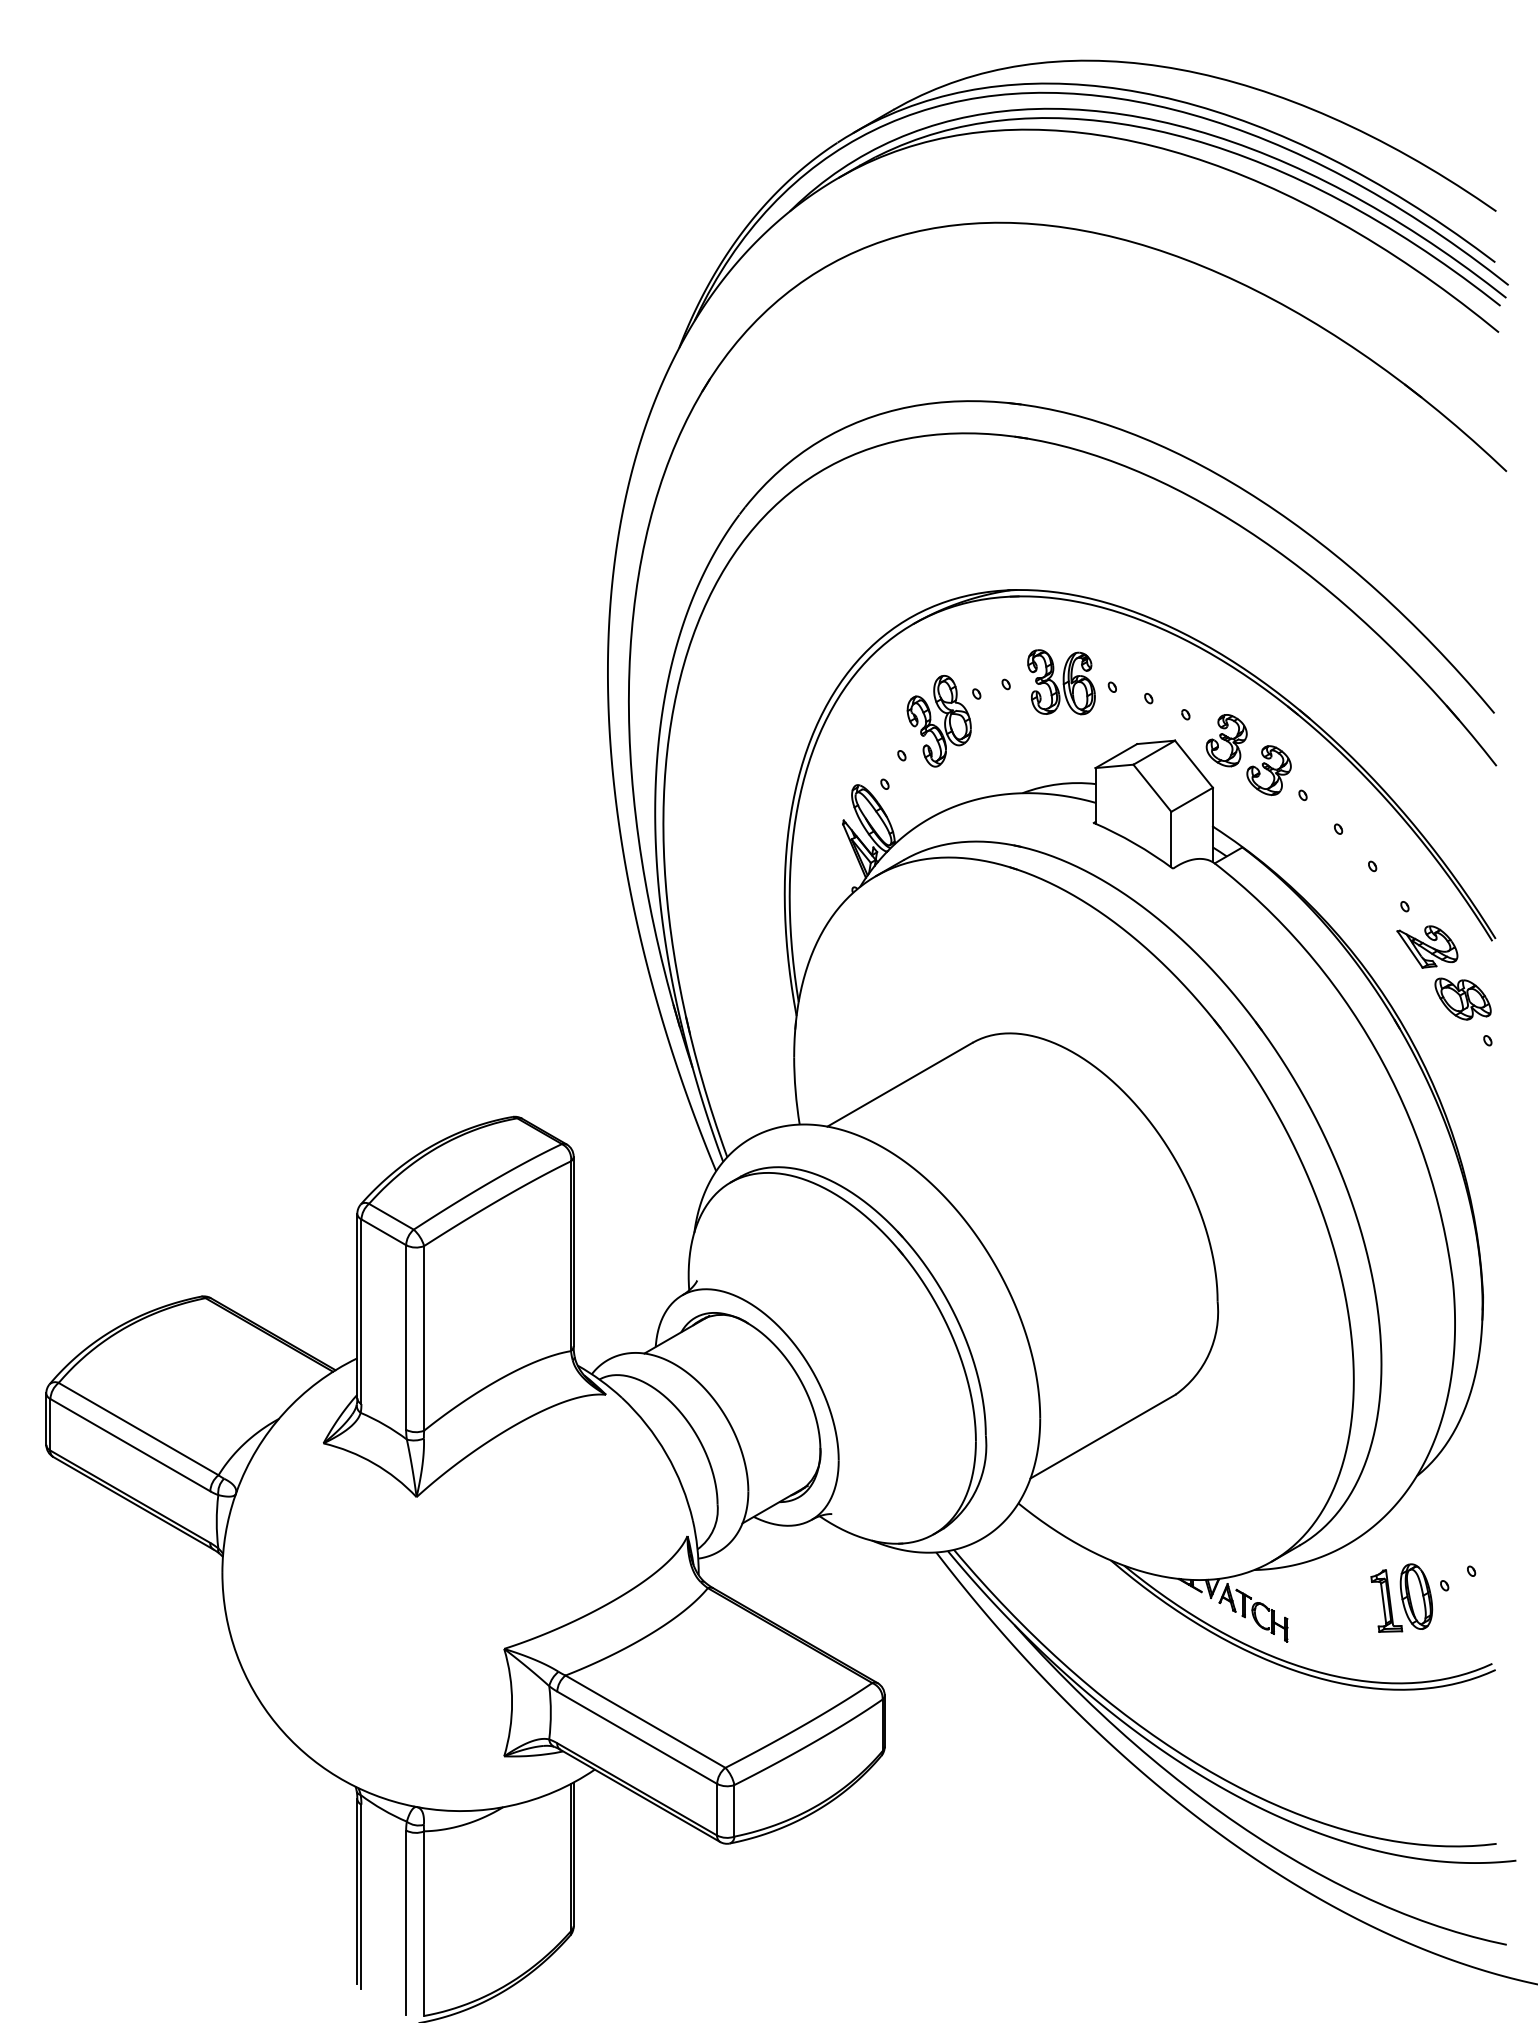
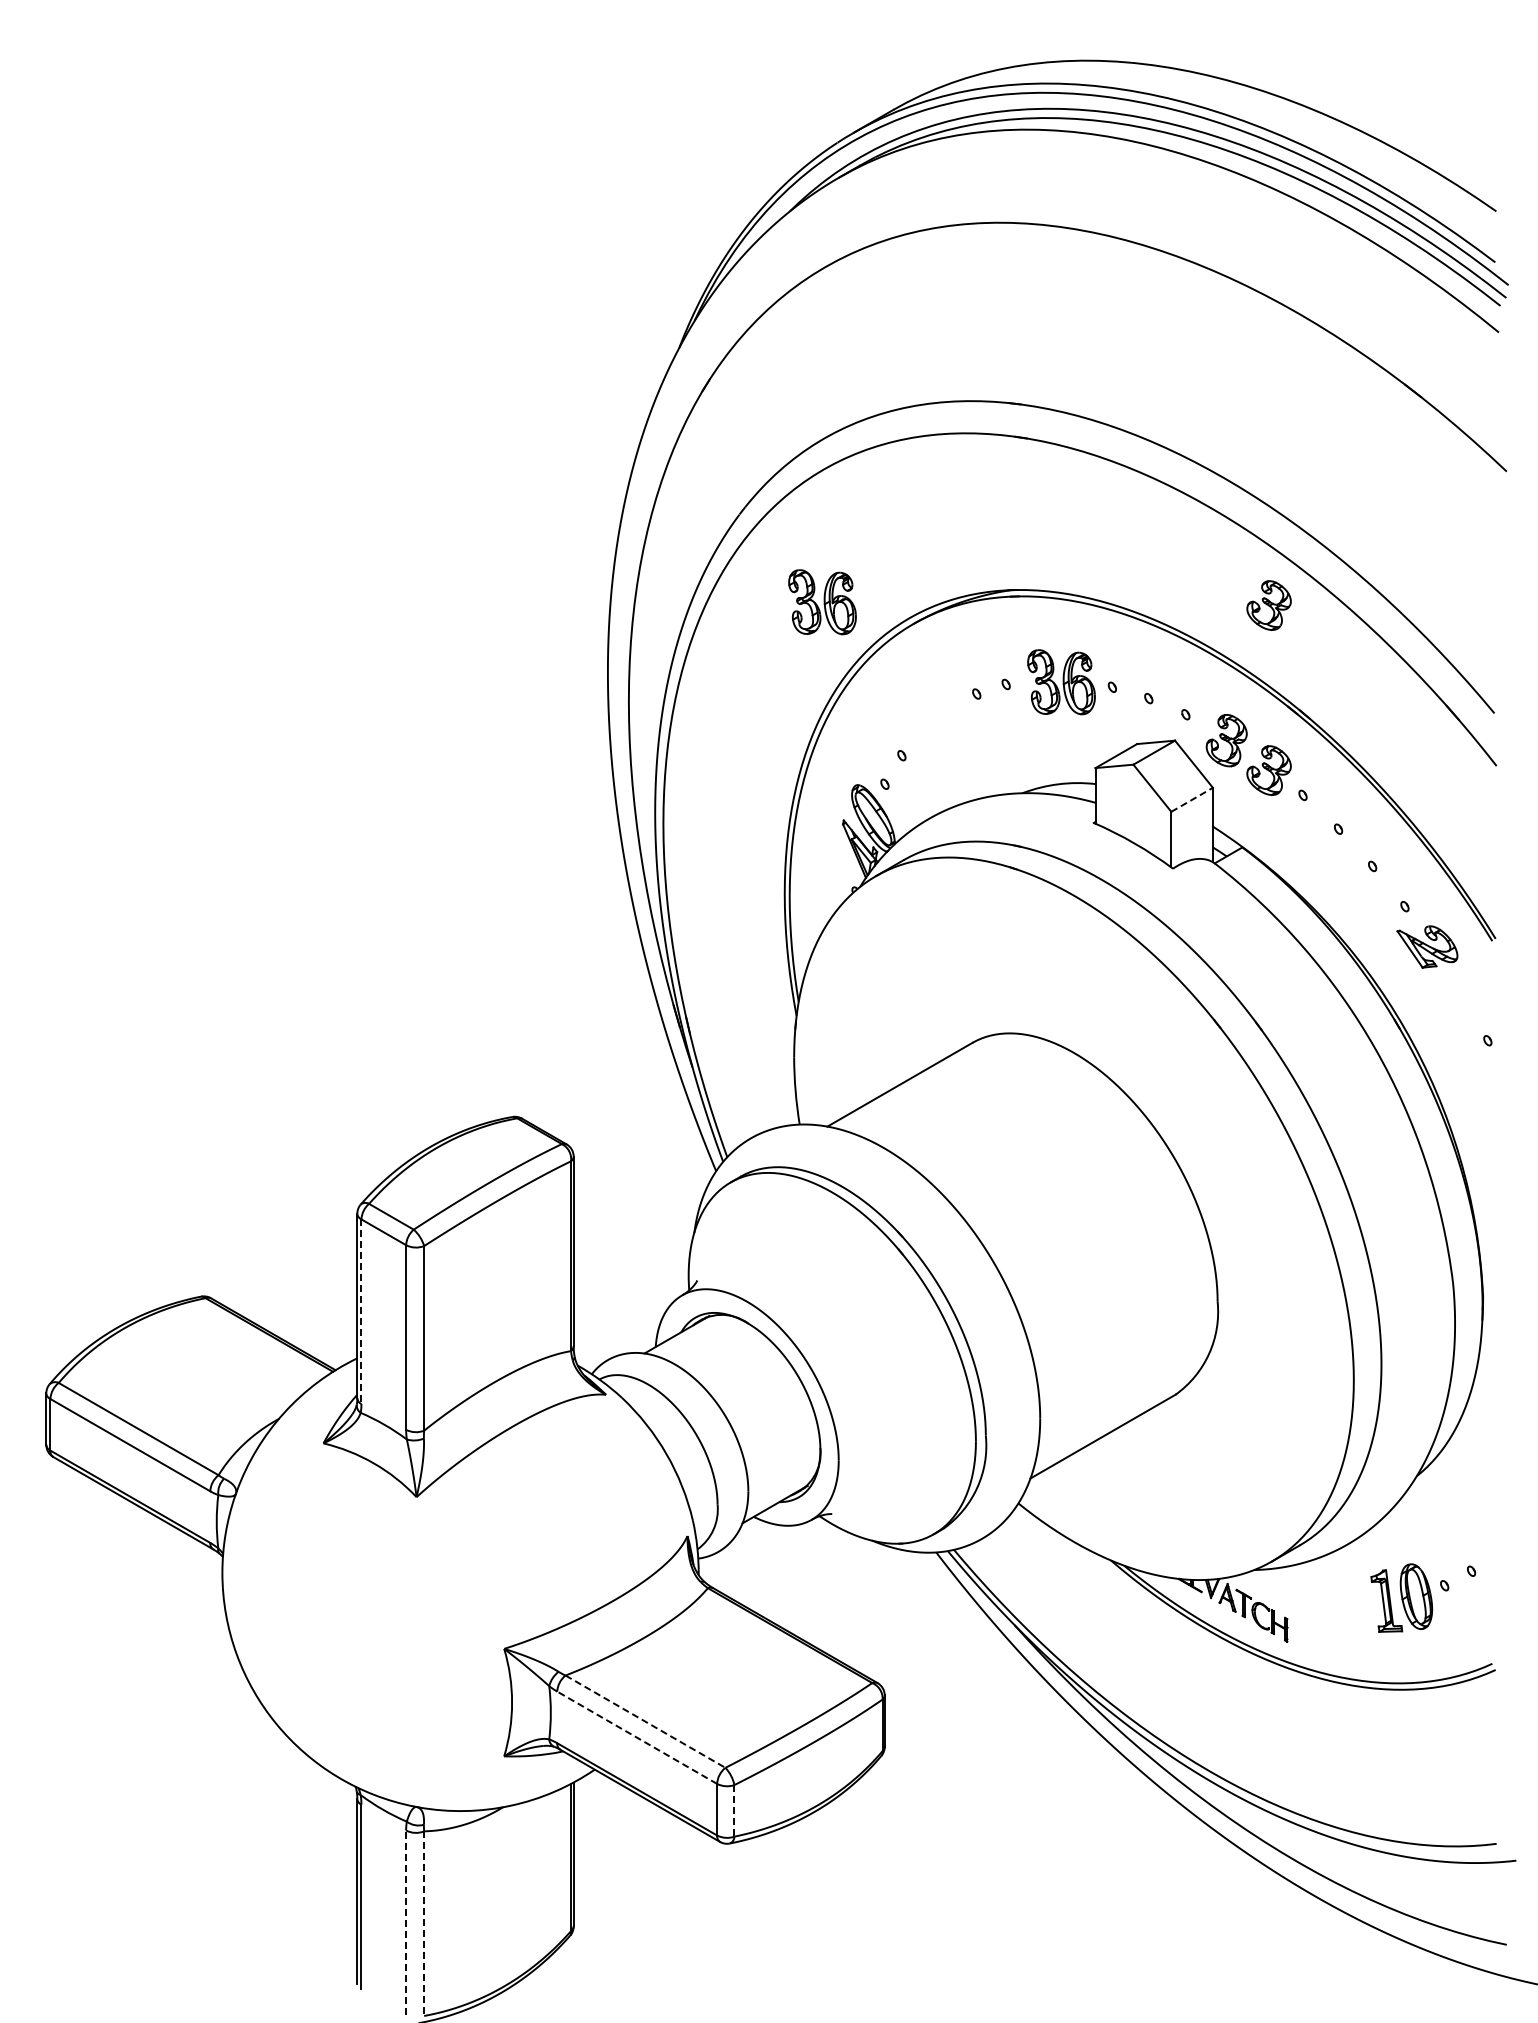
part at (822, 602): none -> present
part at (1268, 605): none -> present
part at (938, 721): present -> none
line at (1192, 799): solid -> dashed
part at (1462, 998): present -> none
line at (361, 1312): solid -> dashed
line at (645, 1721): solid -> dashed
line at (636, 1737): solid -> dashed
line at (734, 1810): solid -> dashed
line at (406, 1922): solid -> dashed
line at (424, 1924): solid -> dashed
